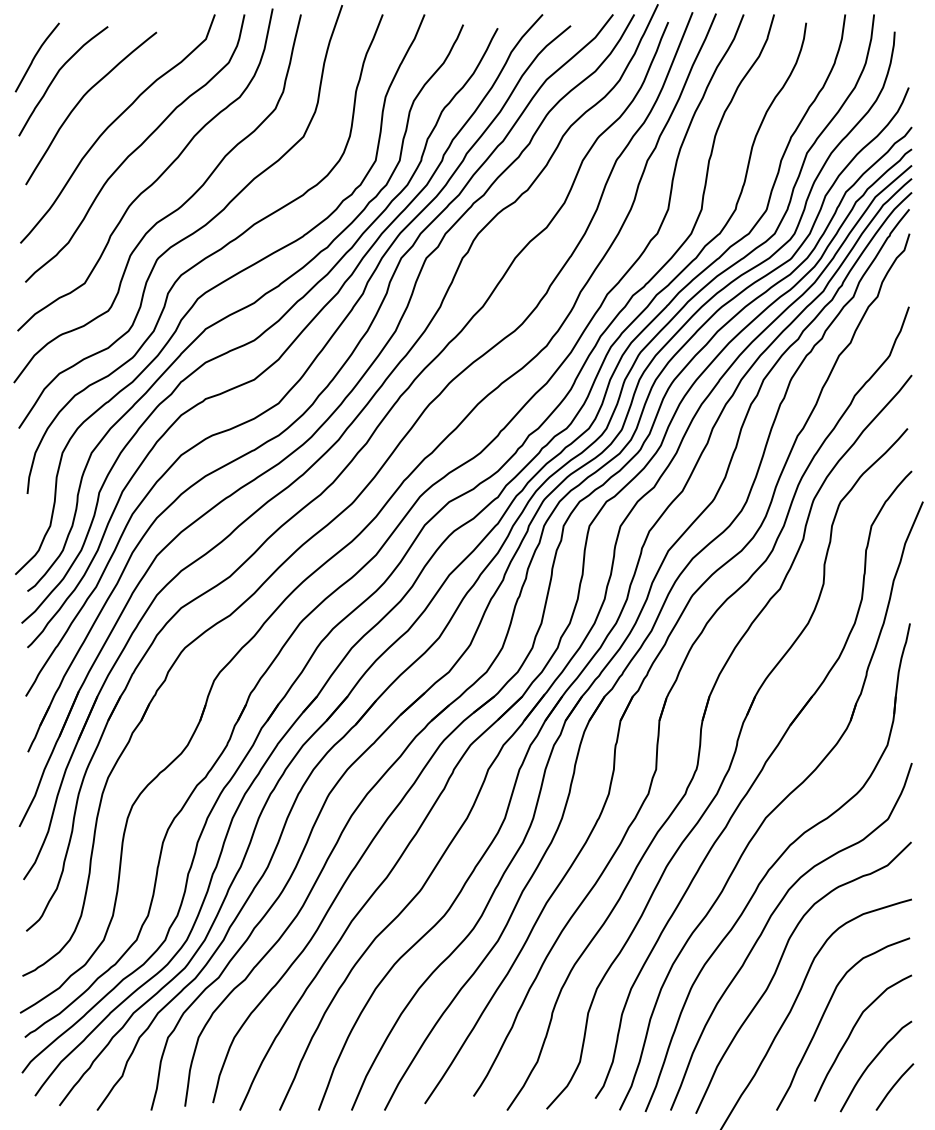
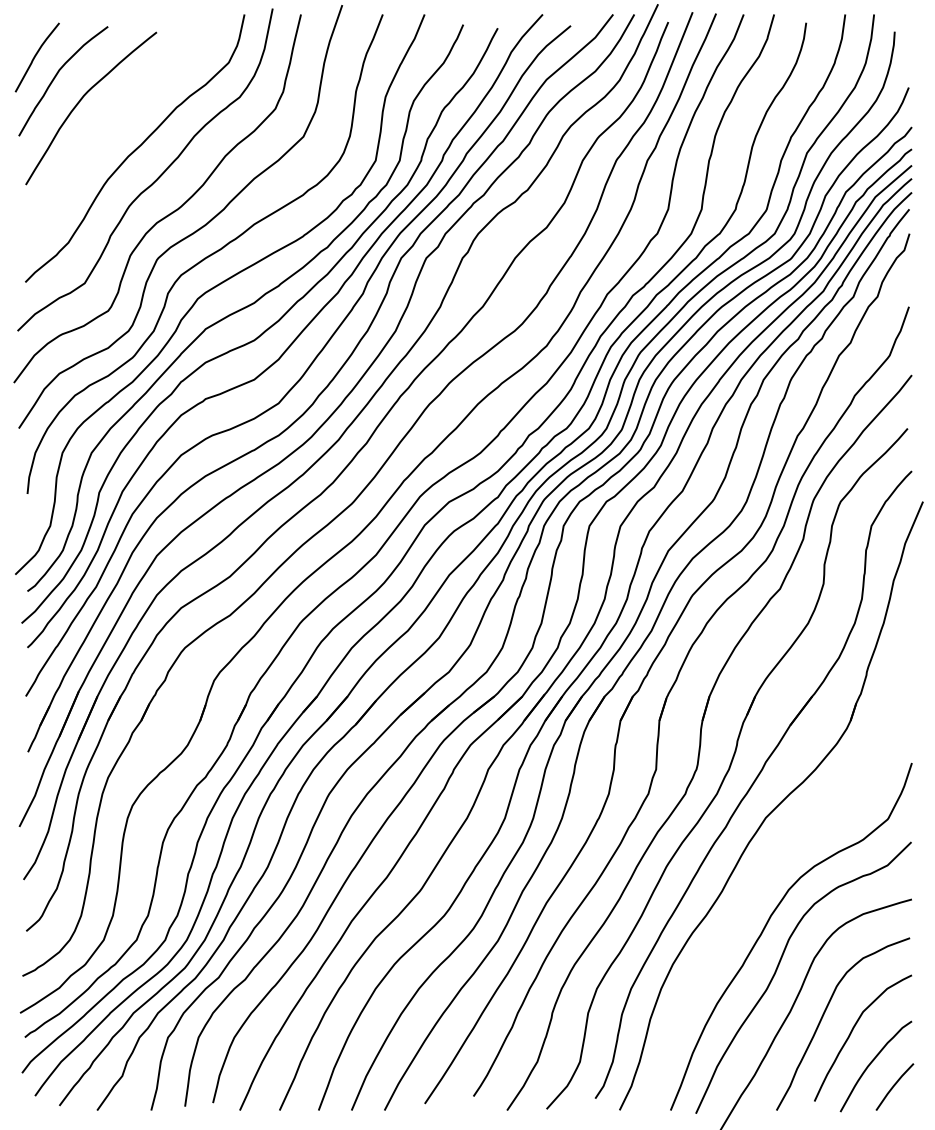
curve at (113, 123): present -> none
part at (777, 867): present -> none
